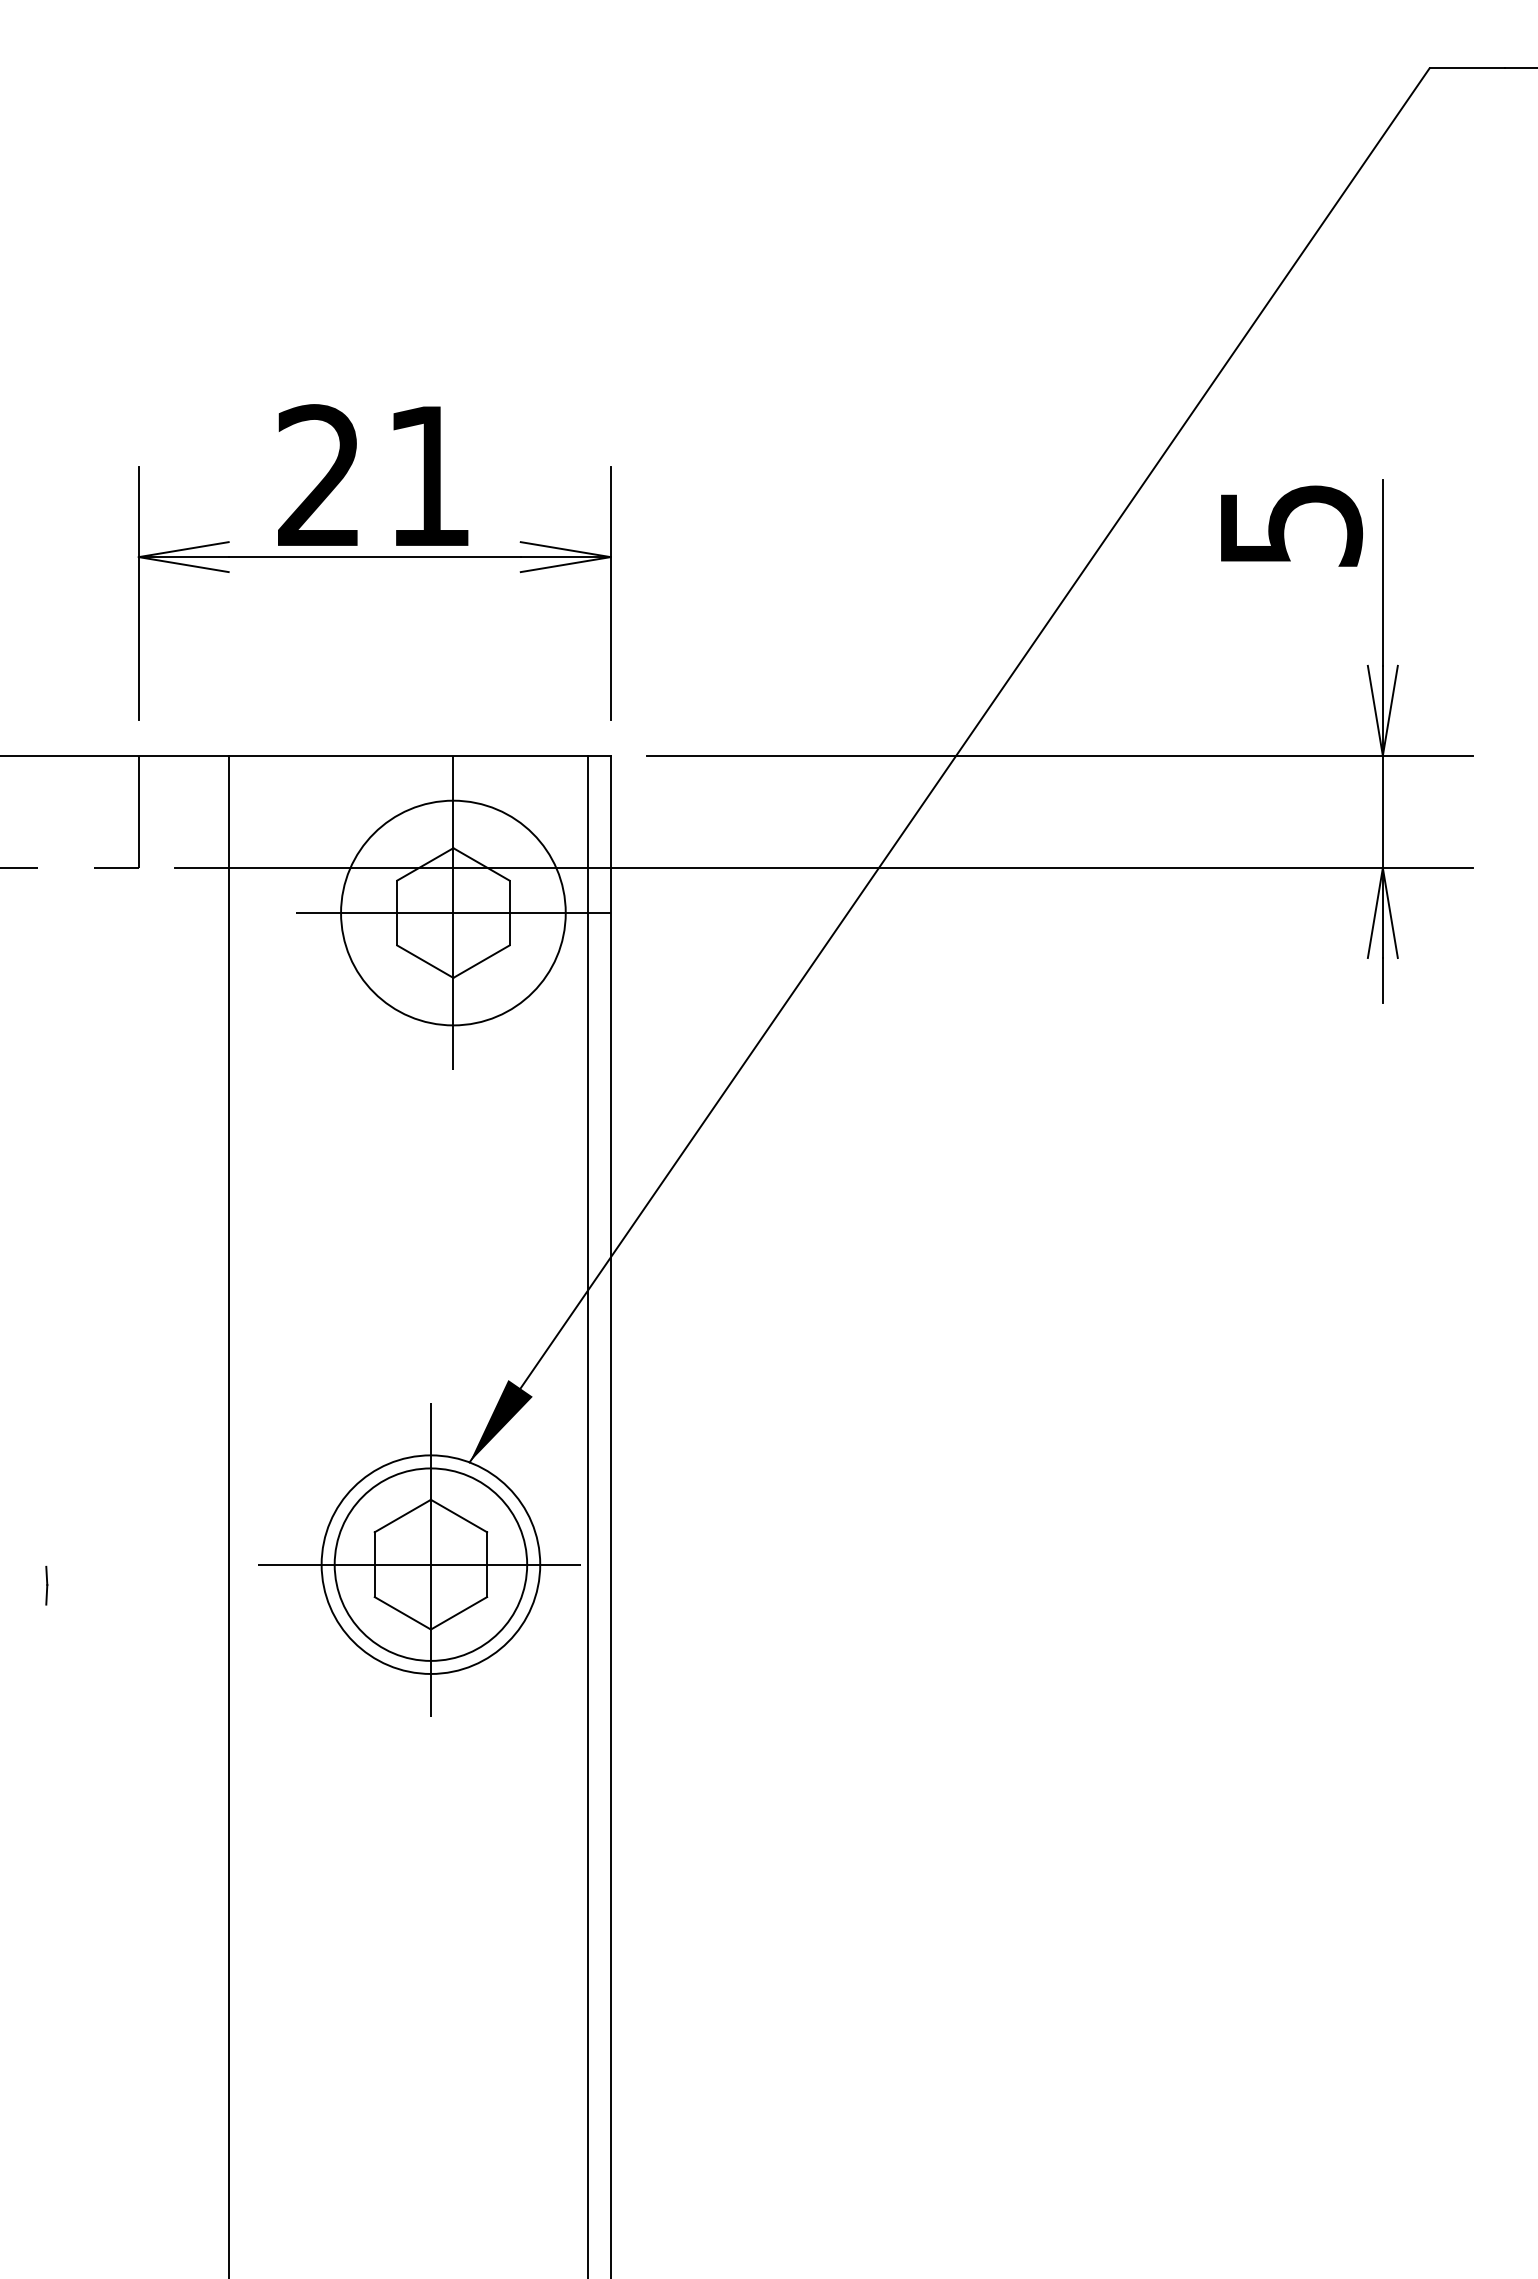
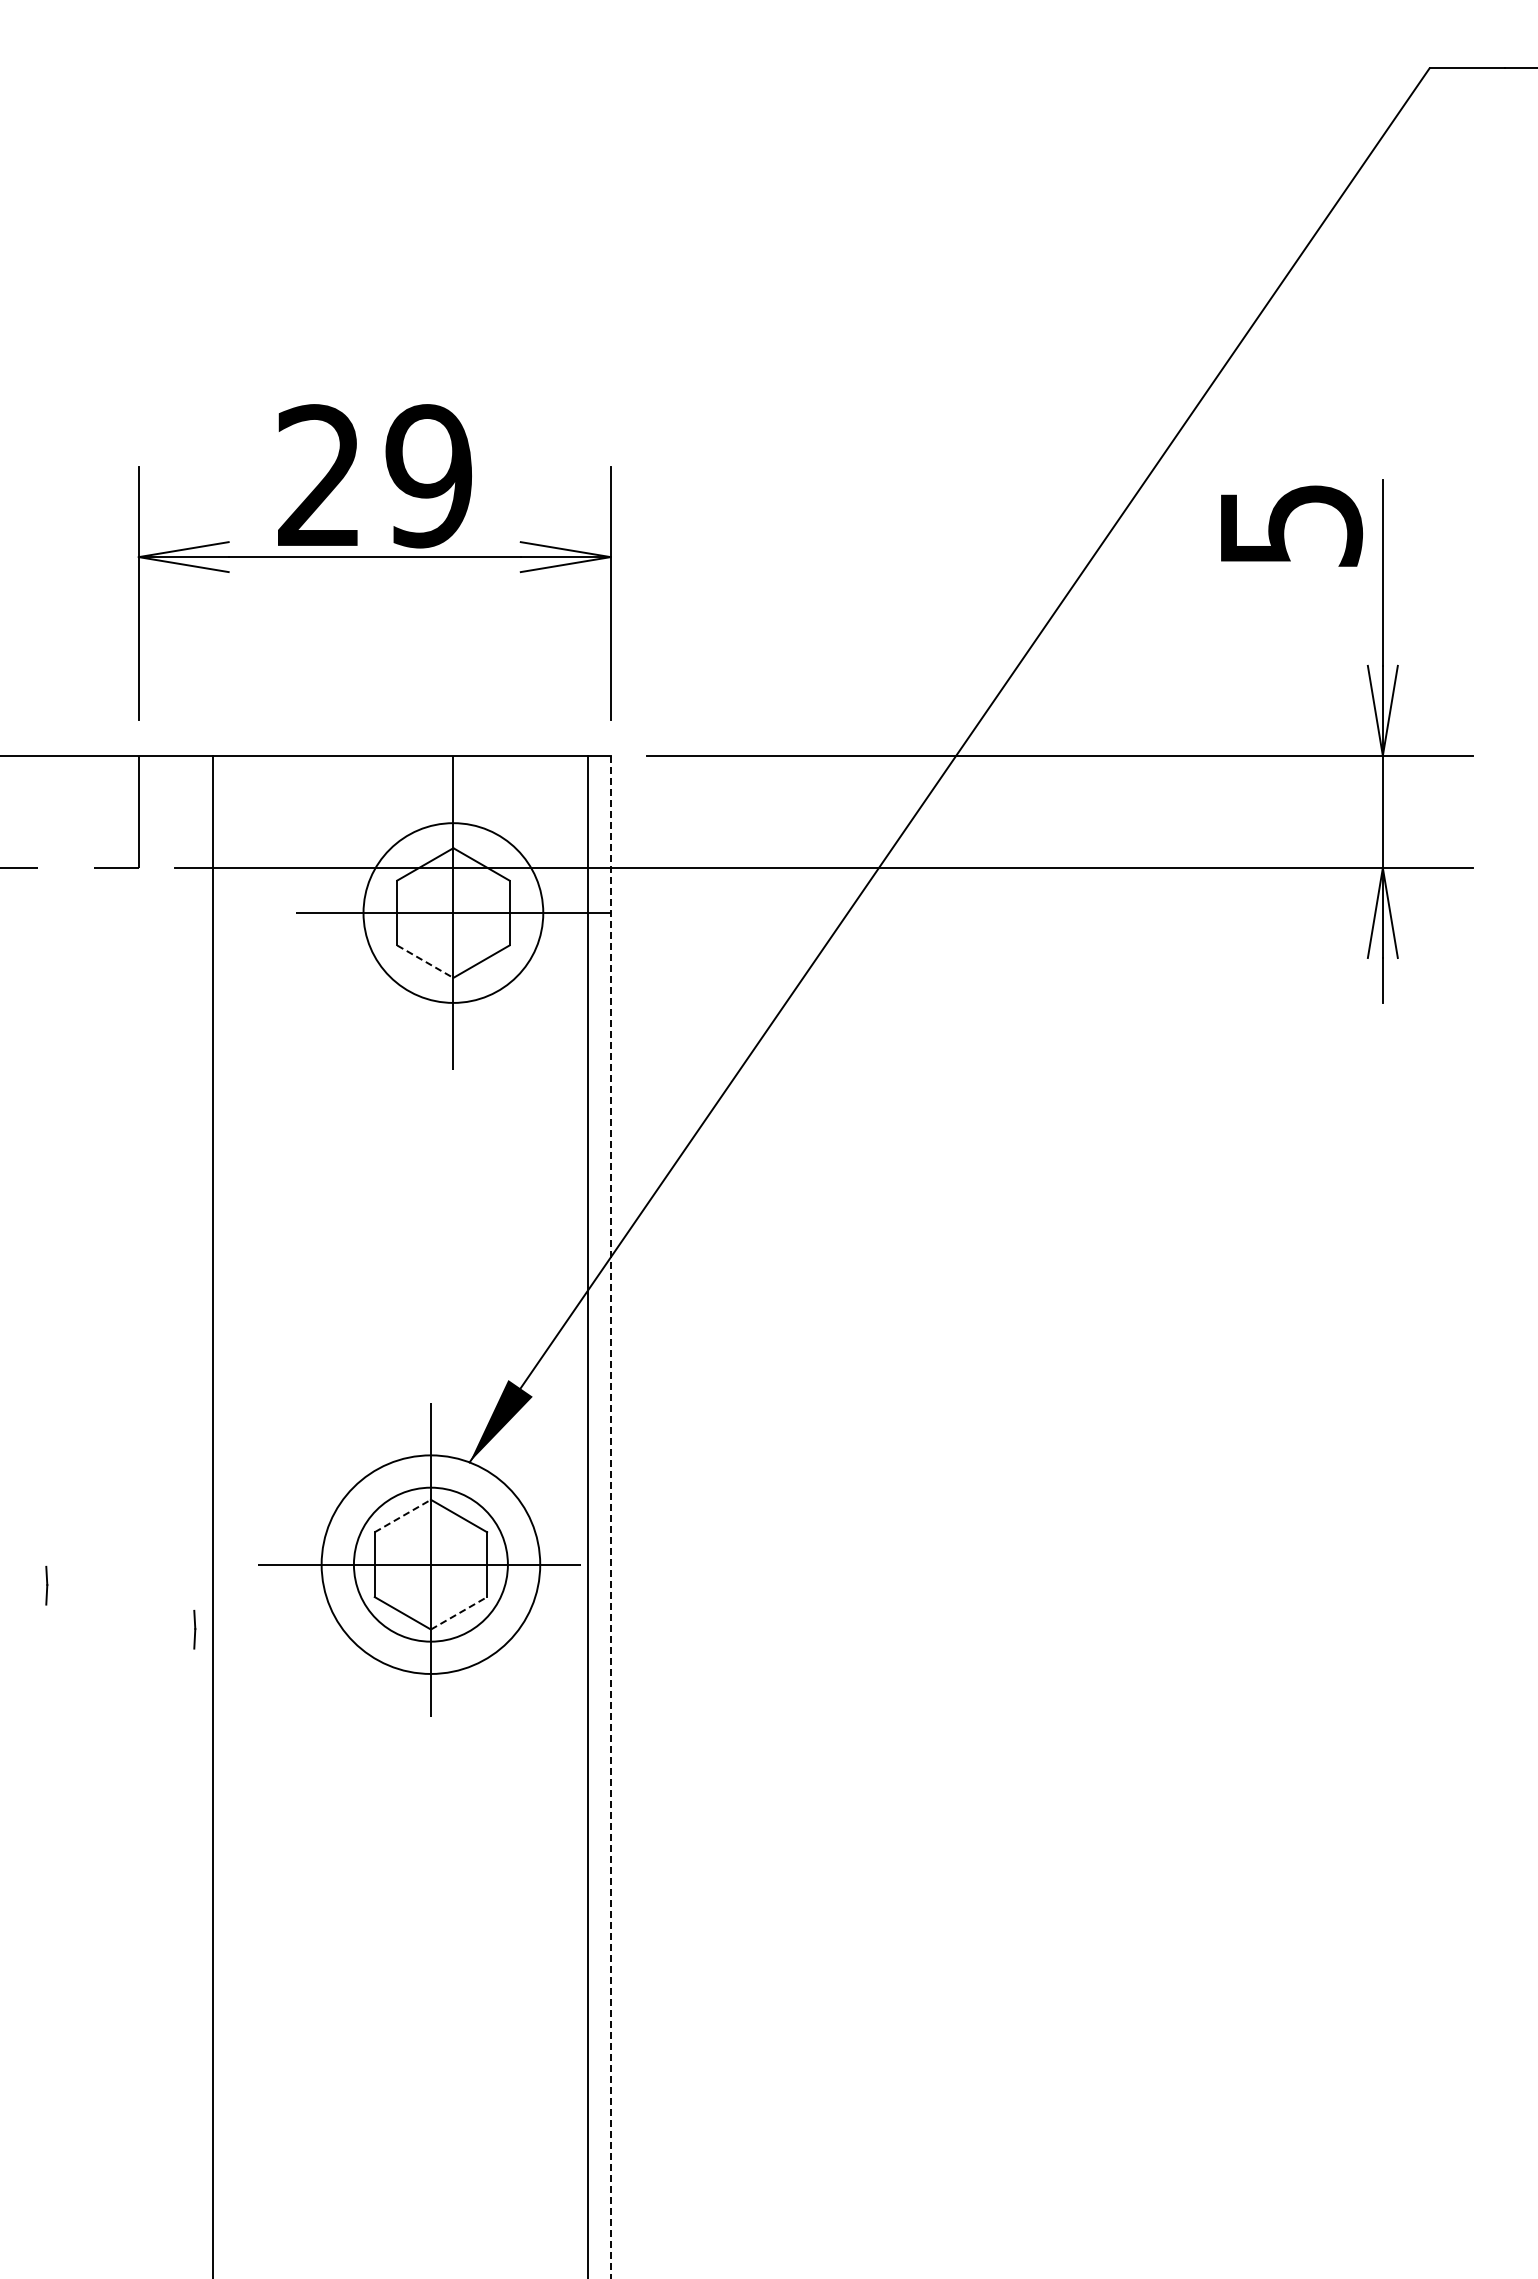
text at (428, 476): 21 -> 29
circle at (453, 912) diameter: 225 px -> 180 px
line at (425, 961): solid -> dashed
line at (228, 1515) position: (228, 1515) -> (212, 1515)
line at (403, 1515): solid -> dashed
line at (610, 1516): solid -> dashed
circle at (430, 1564) diameter: 192 px -> 154 px
line at (459, 1613): solid -> dashed
line at (194, 1629): none -> present
